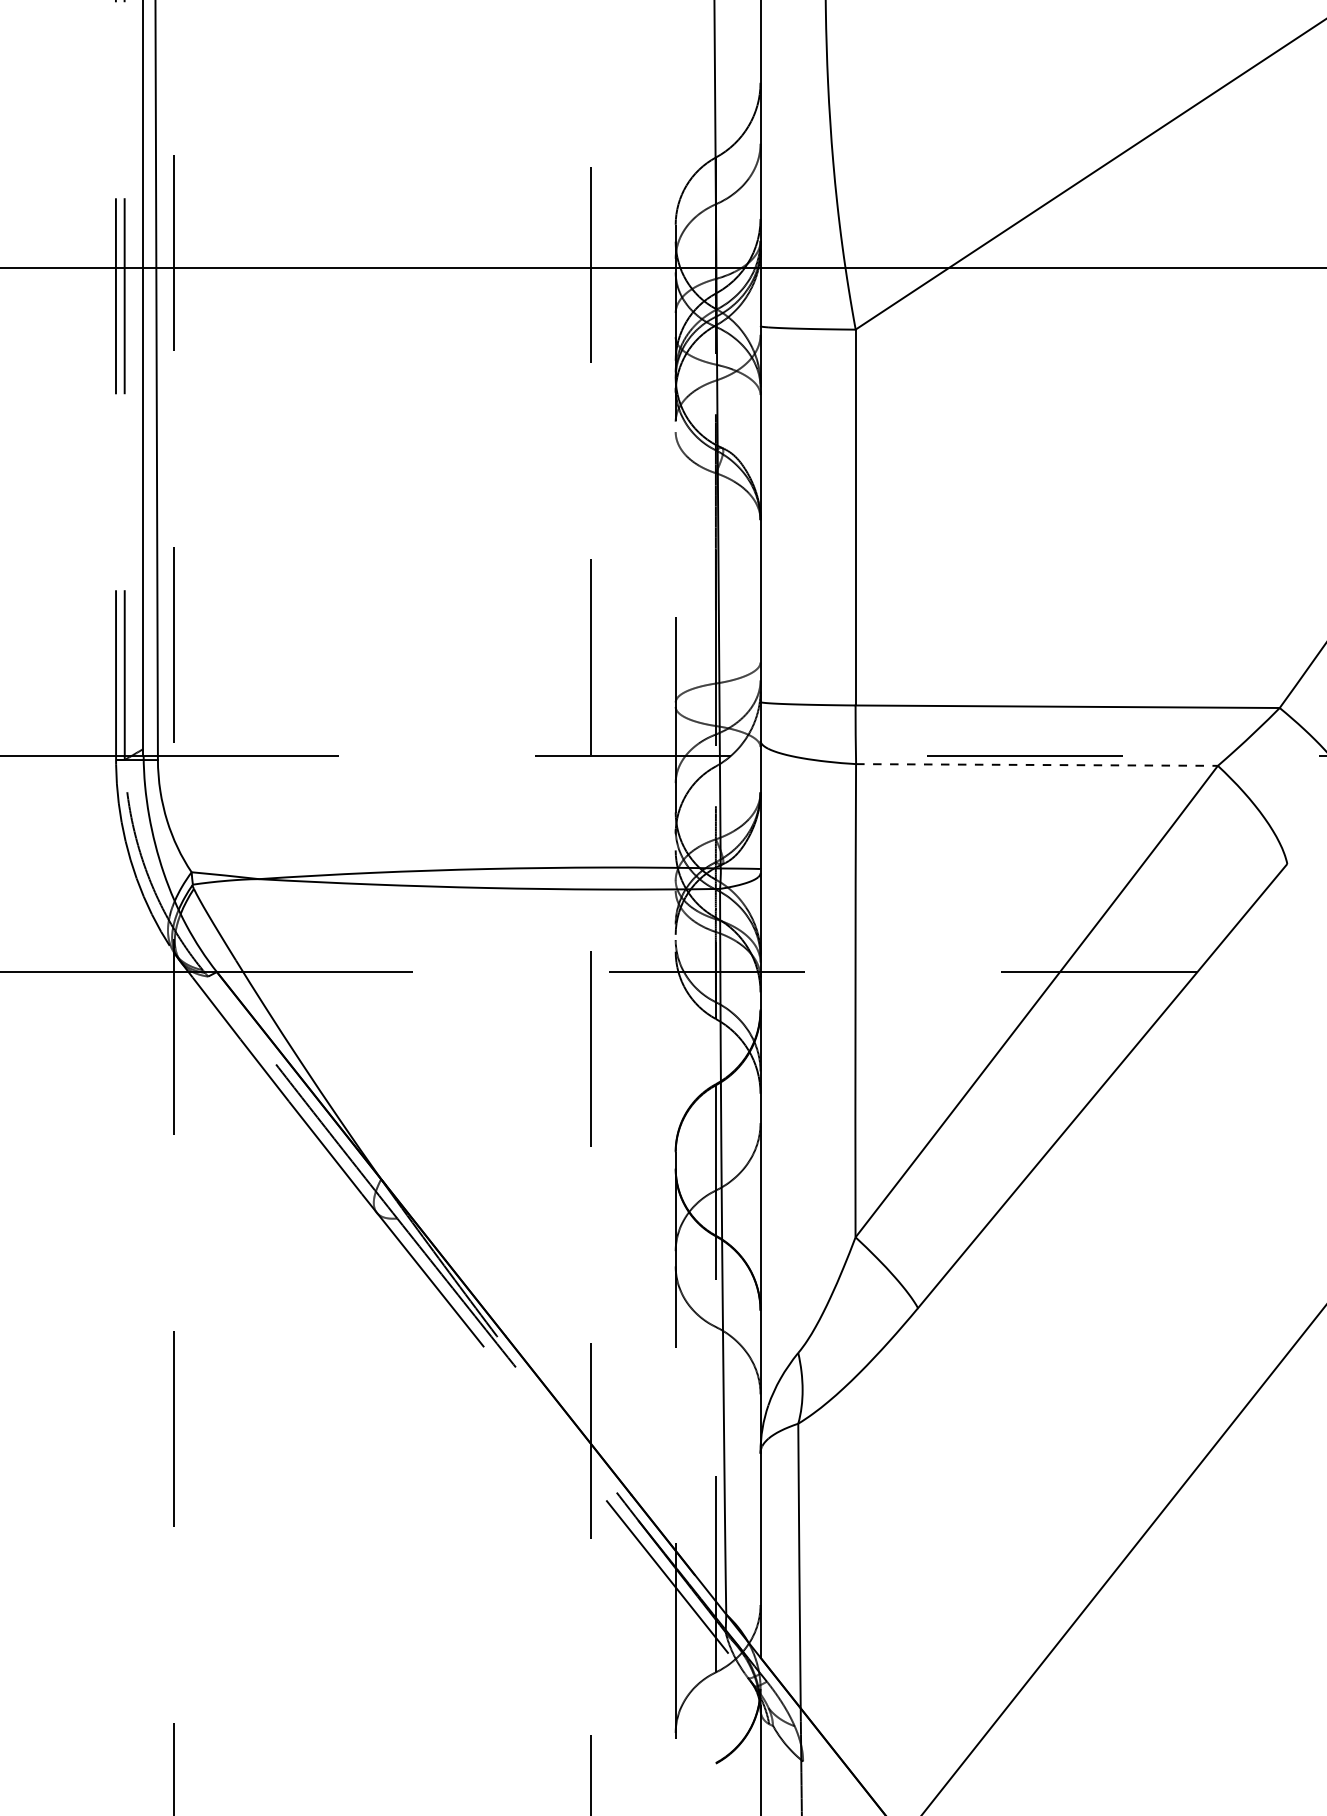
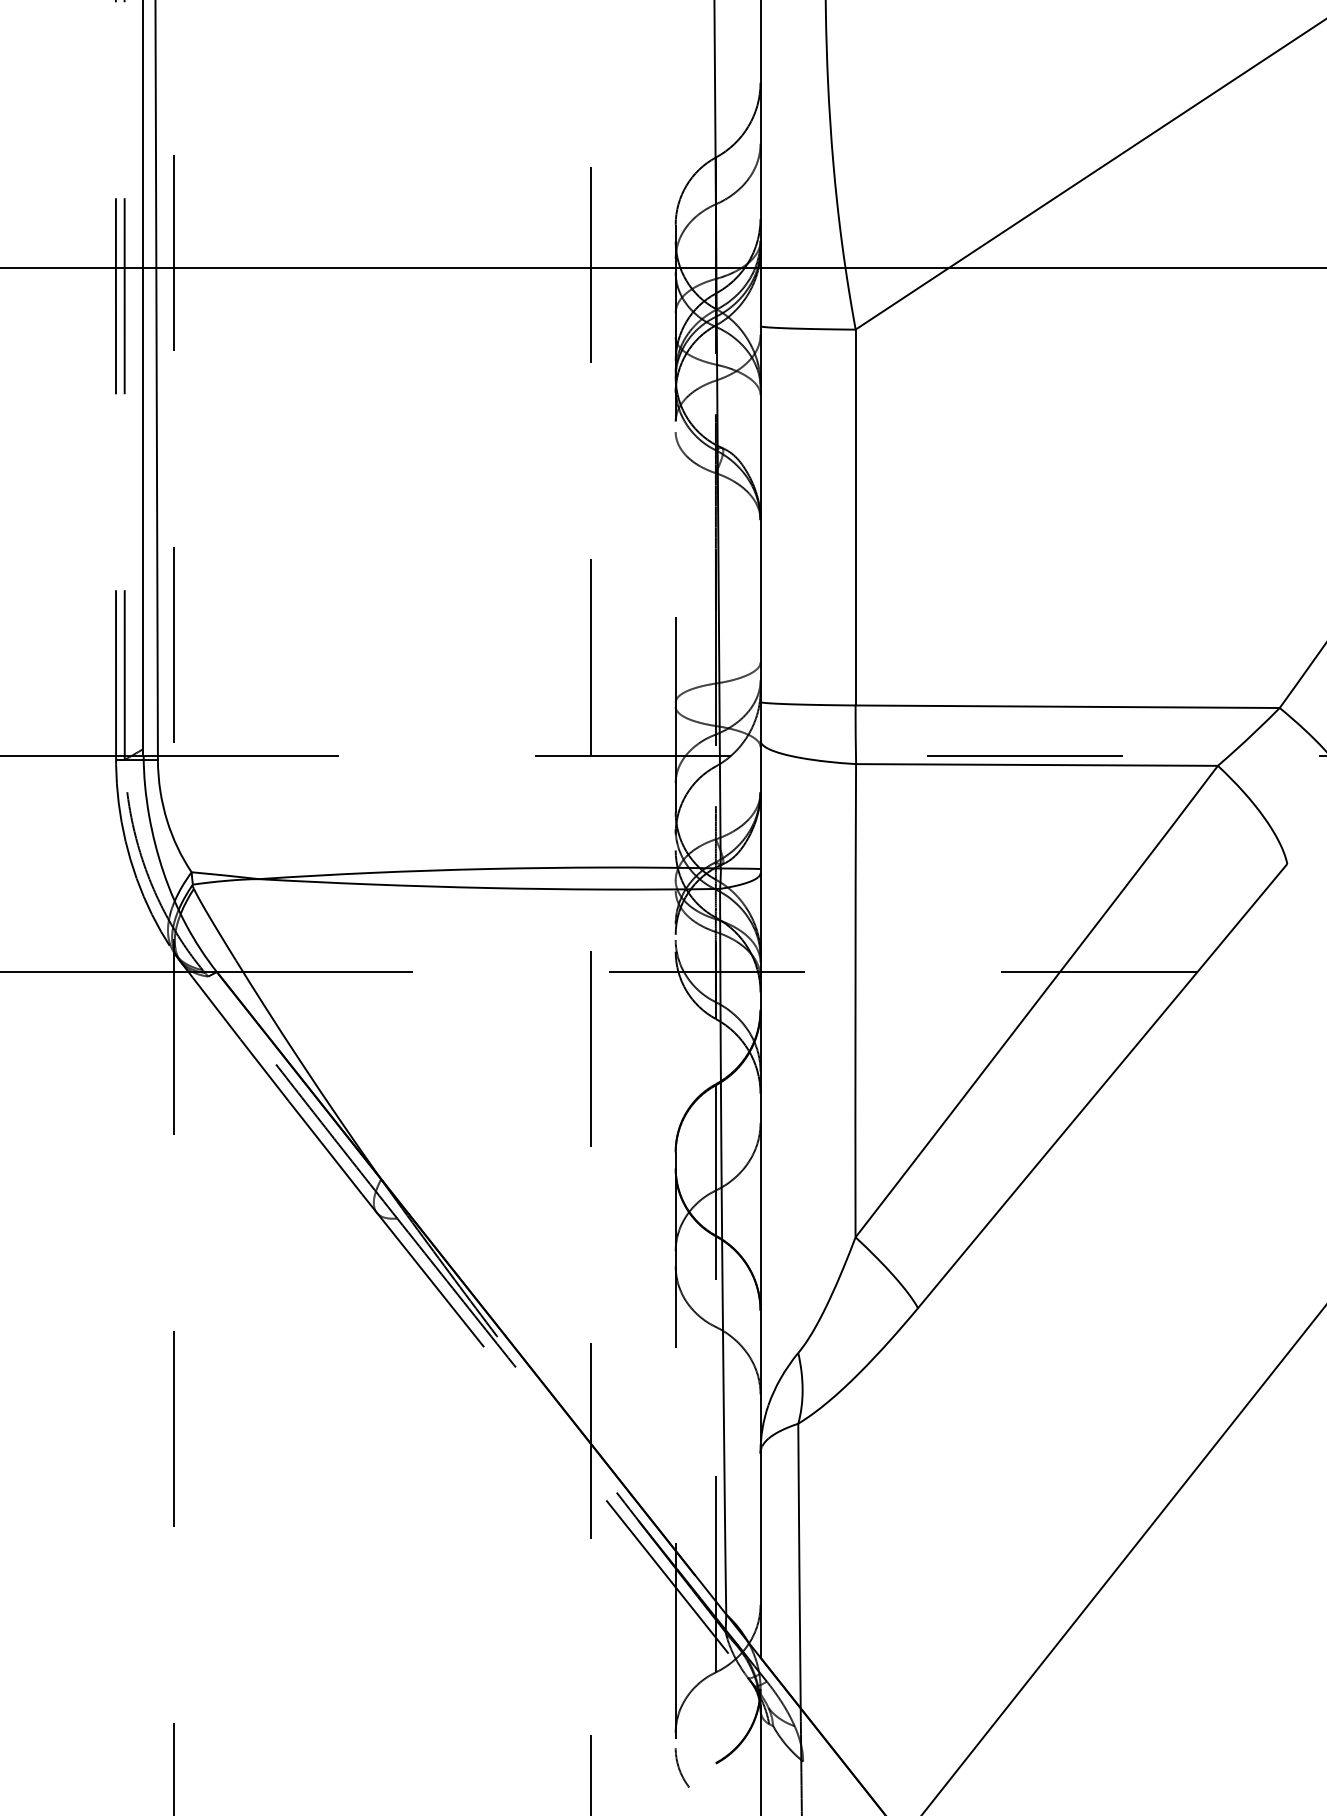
line at (1037, 764): dashed -> solid
curve at (680, 1768): none -> present
